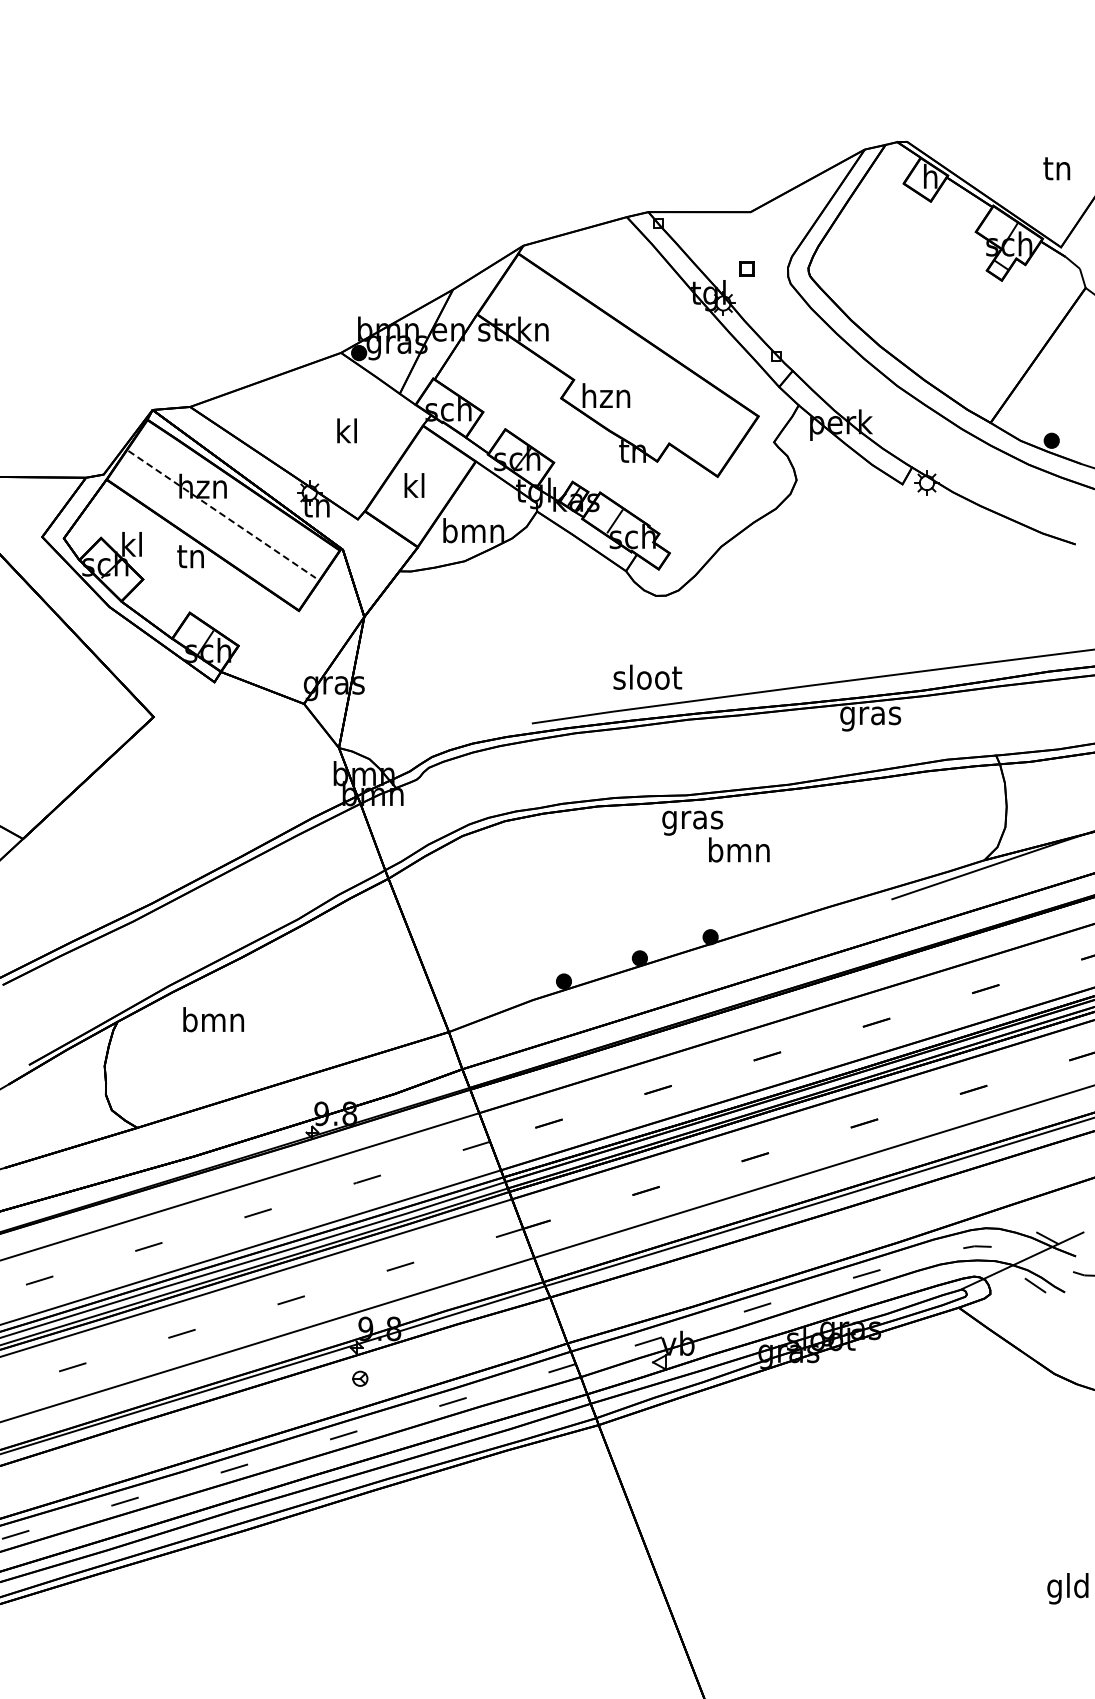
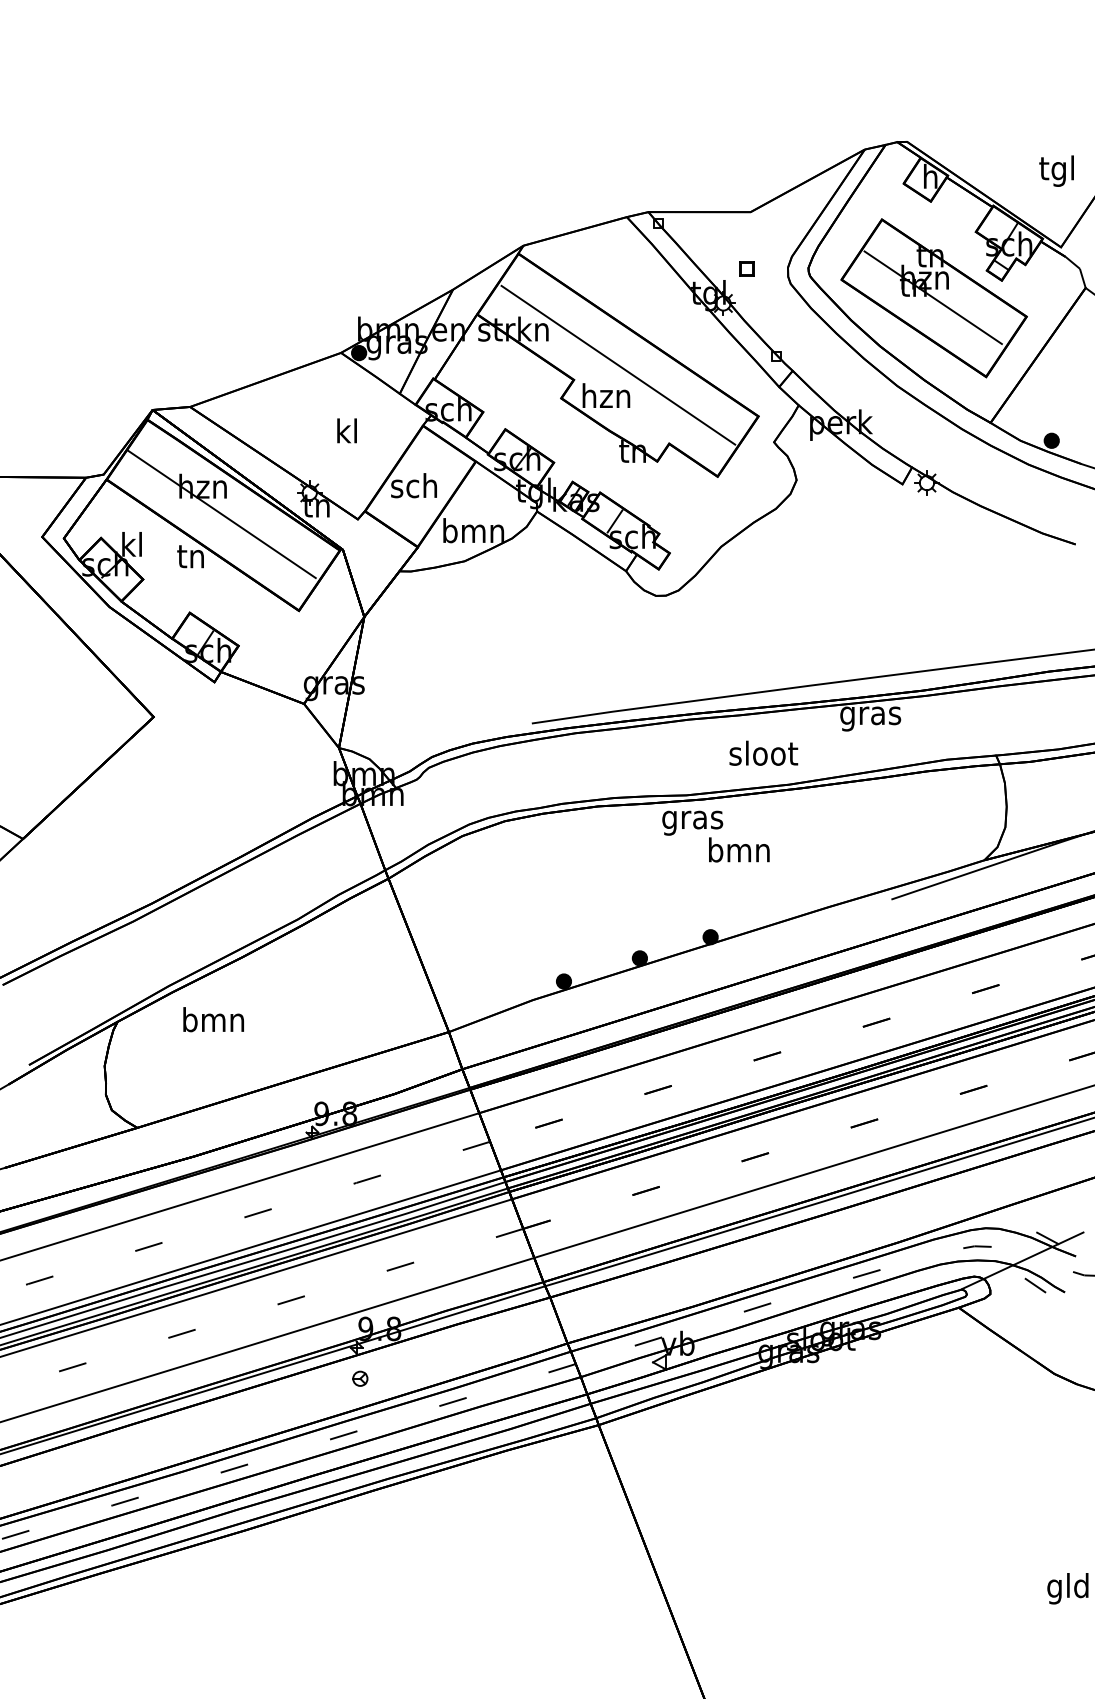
text at (1056, 170): tn -> tgl
part at (933, 298): none -> present
line at (618, 364): none -> present
text at (413, 485): kl -> sch
line at (222, 514): dashed -> solid
text at (647, 676) position: (647, 676) -> (763, 752)
